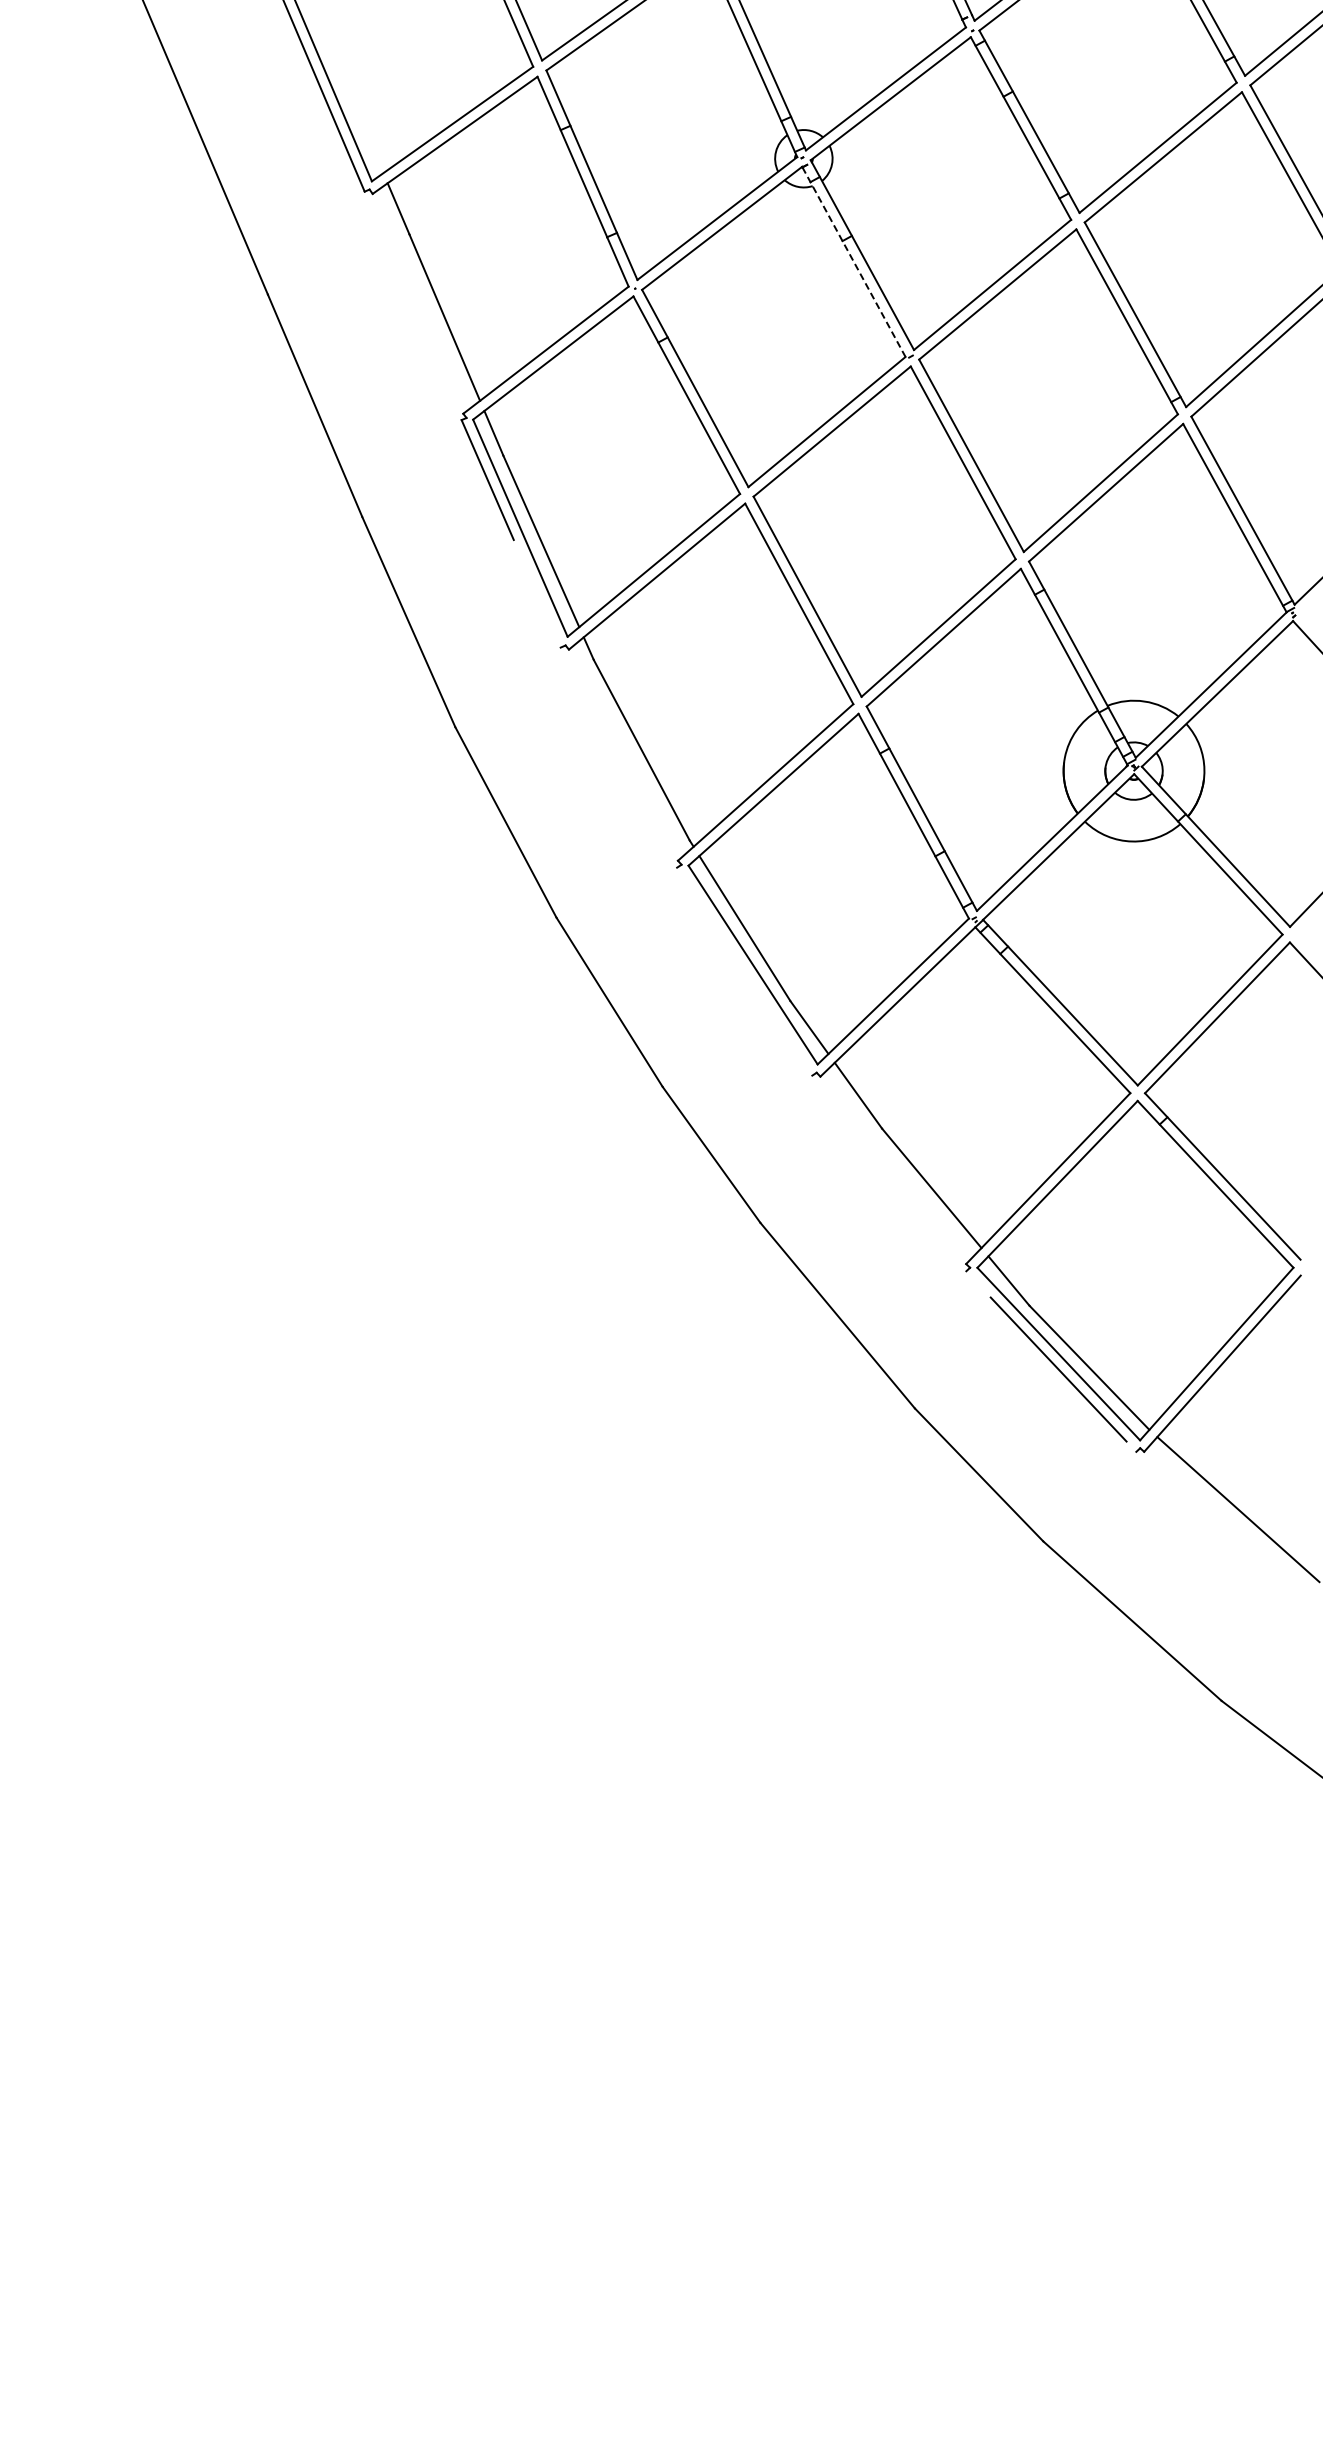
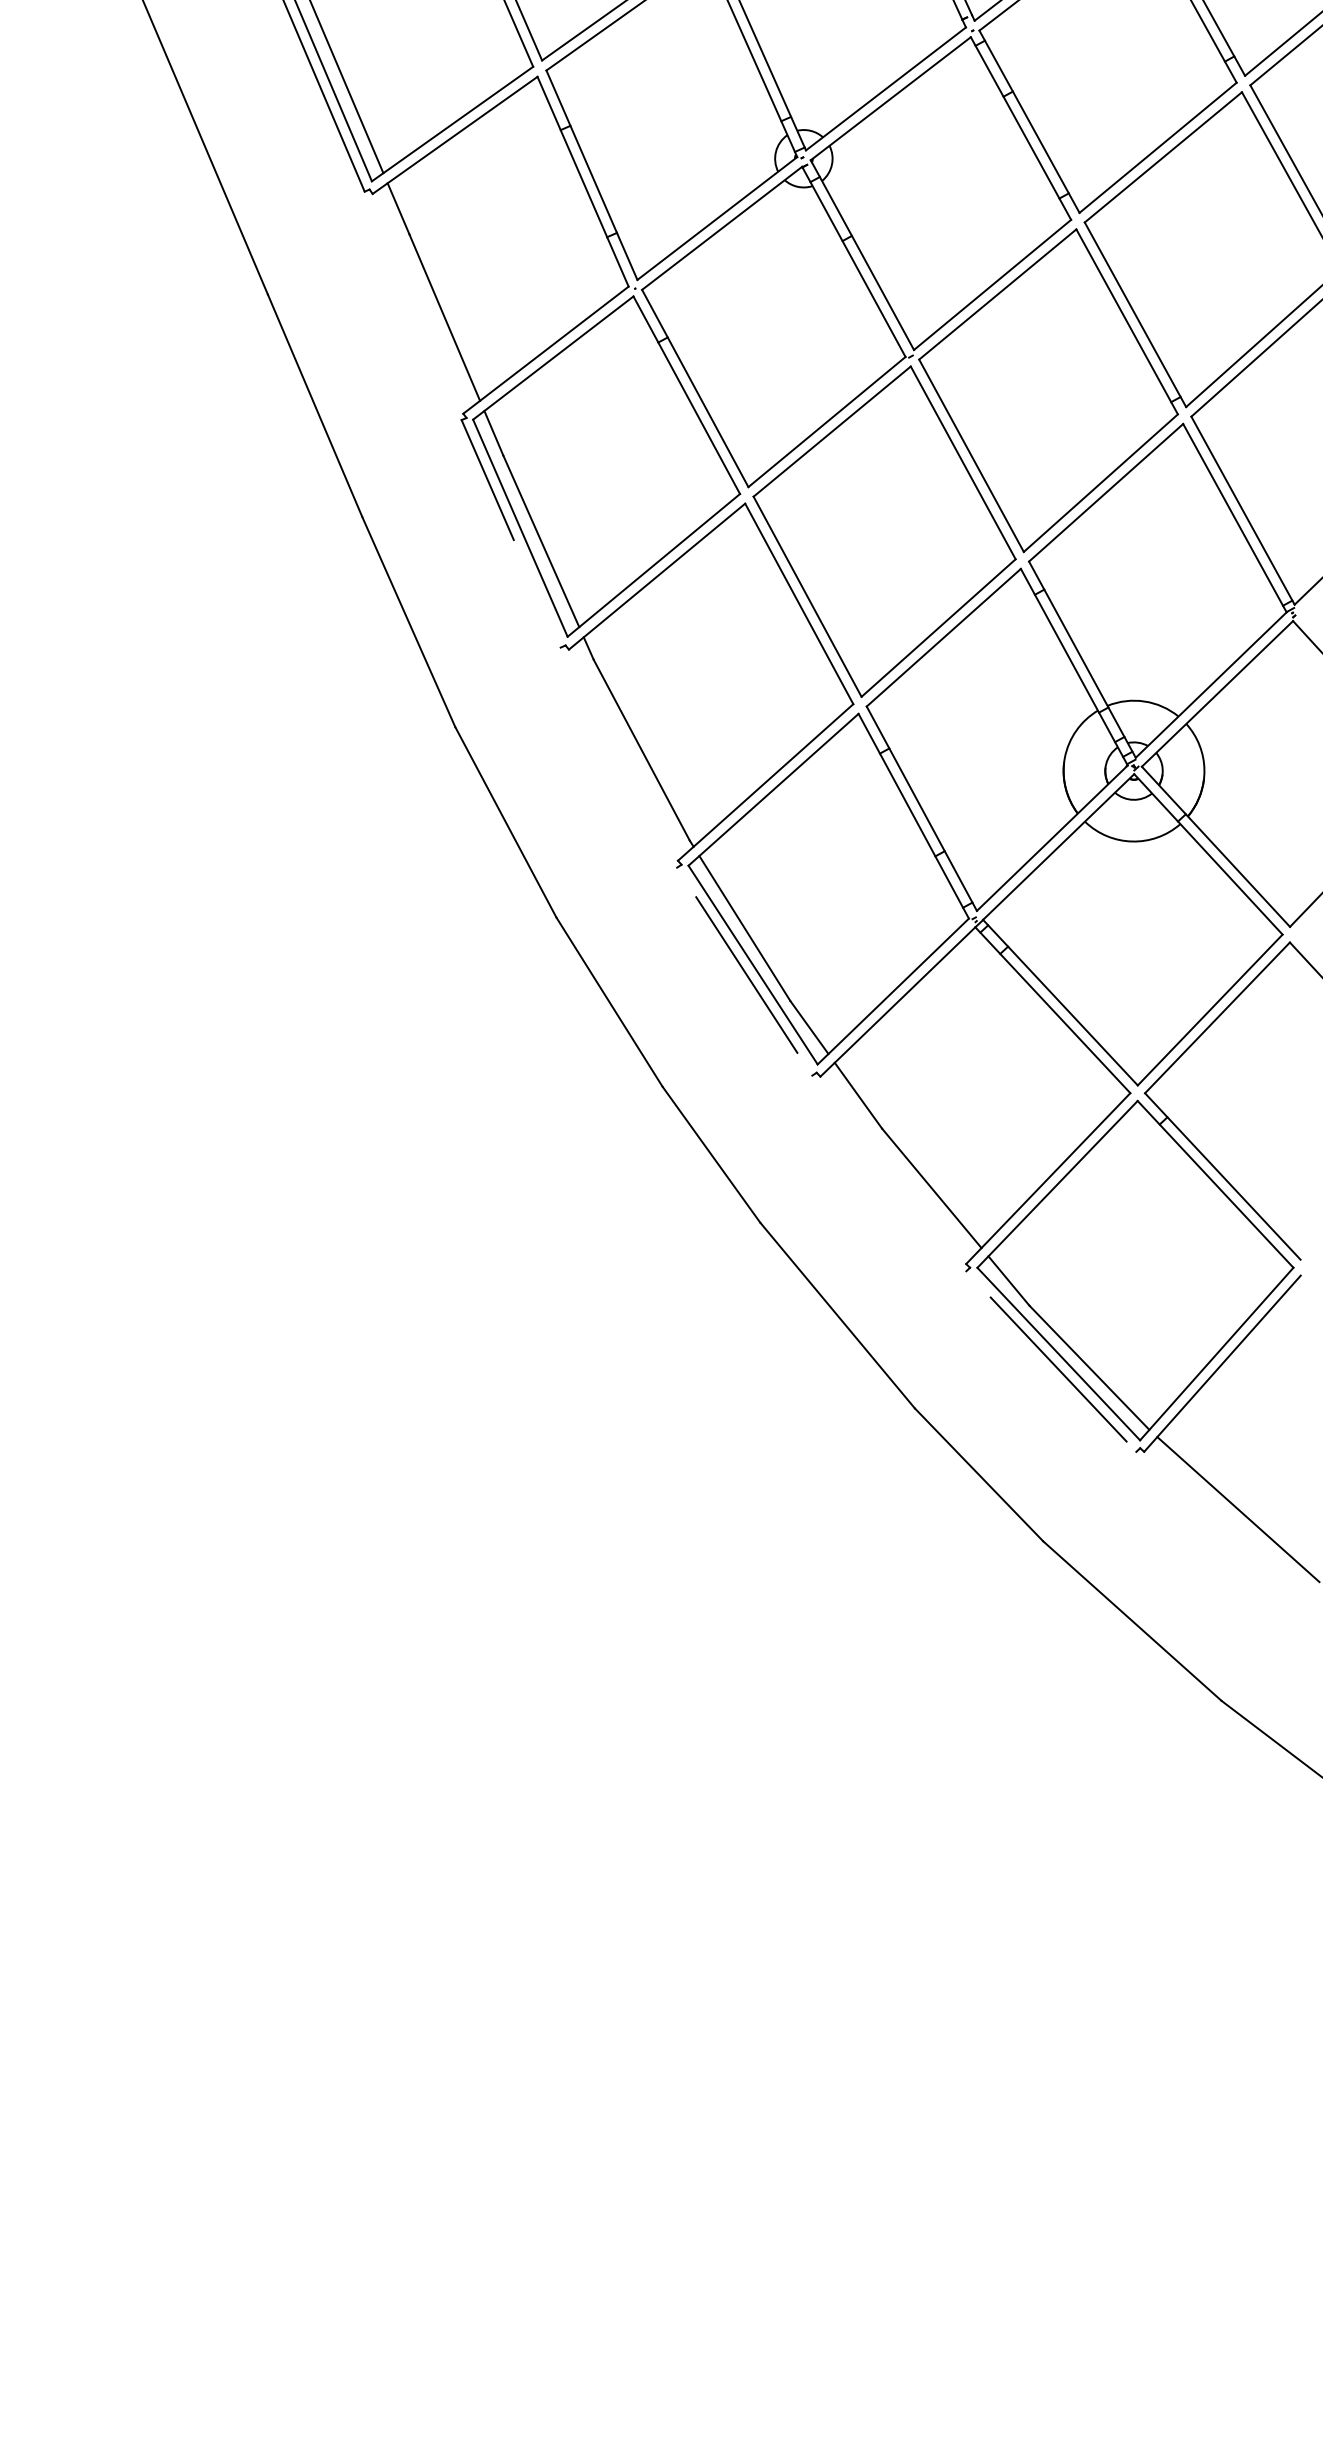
line at (346, 87): none -> present
line at (854, 262): dashed -> solid
line at (746, 974): none -> present
